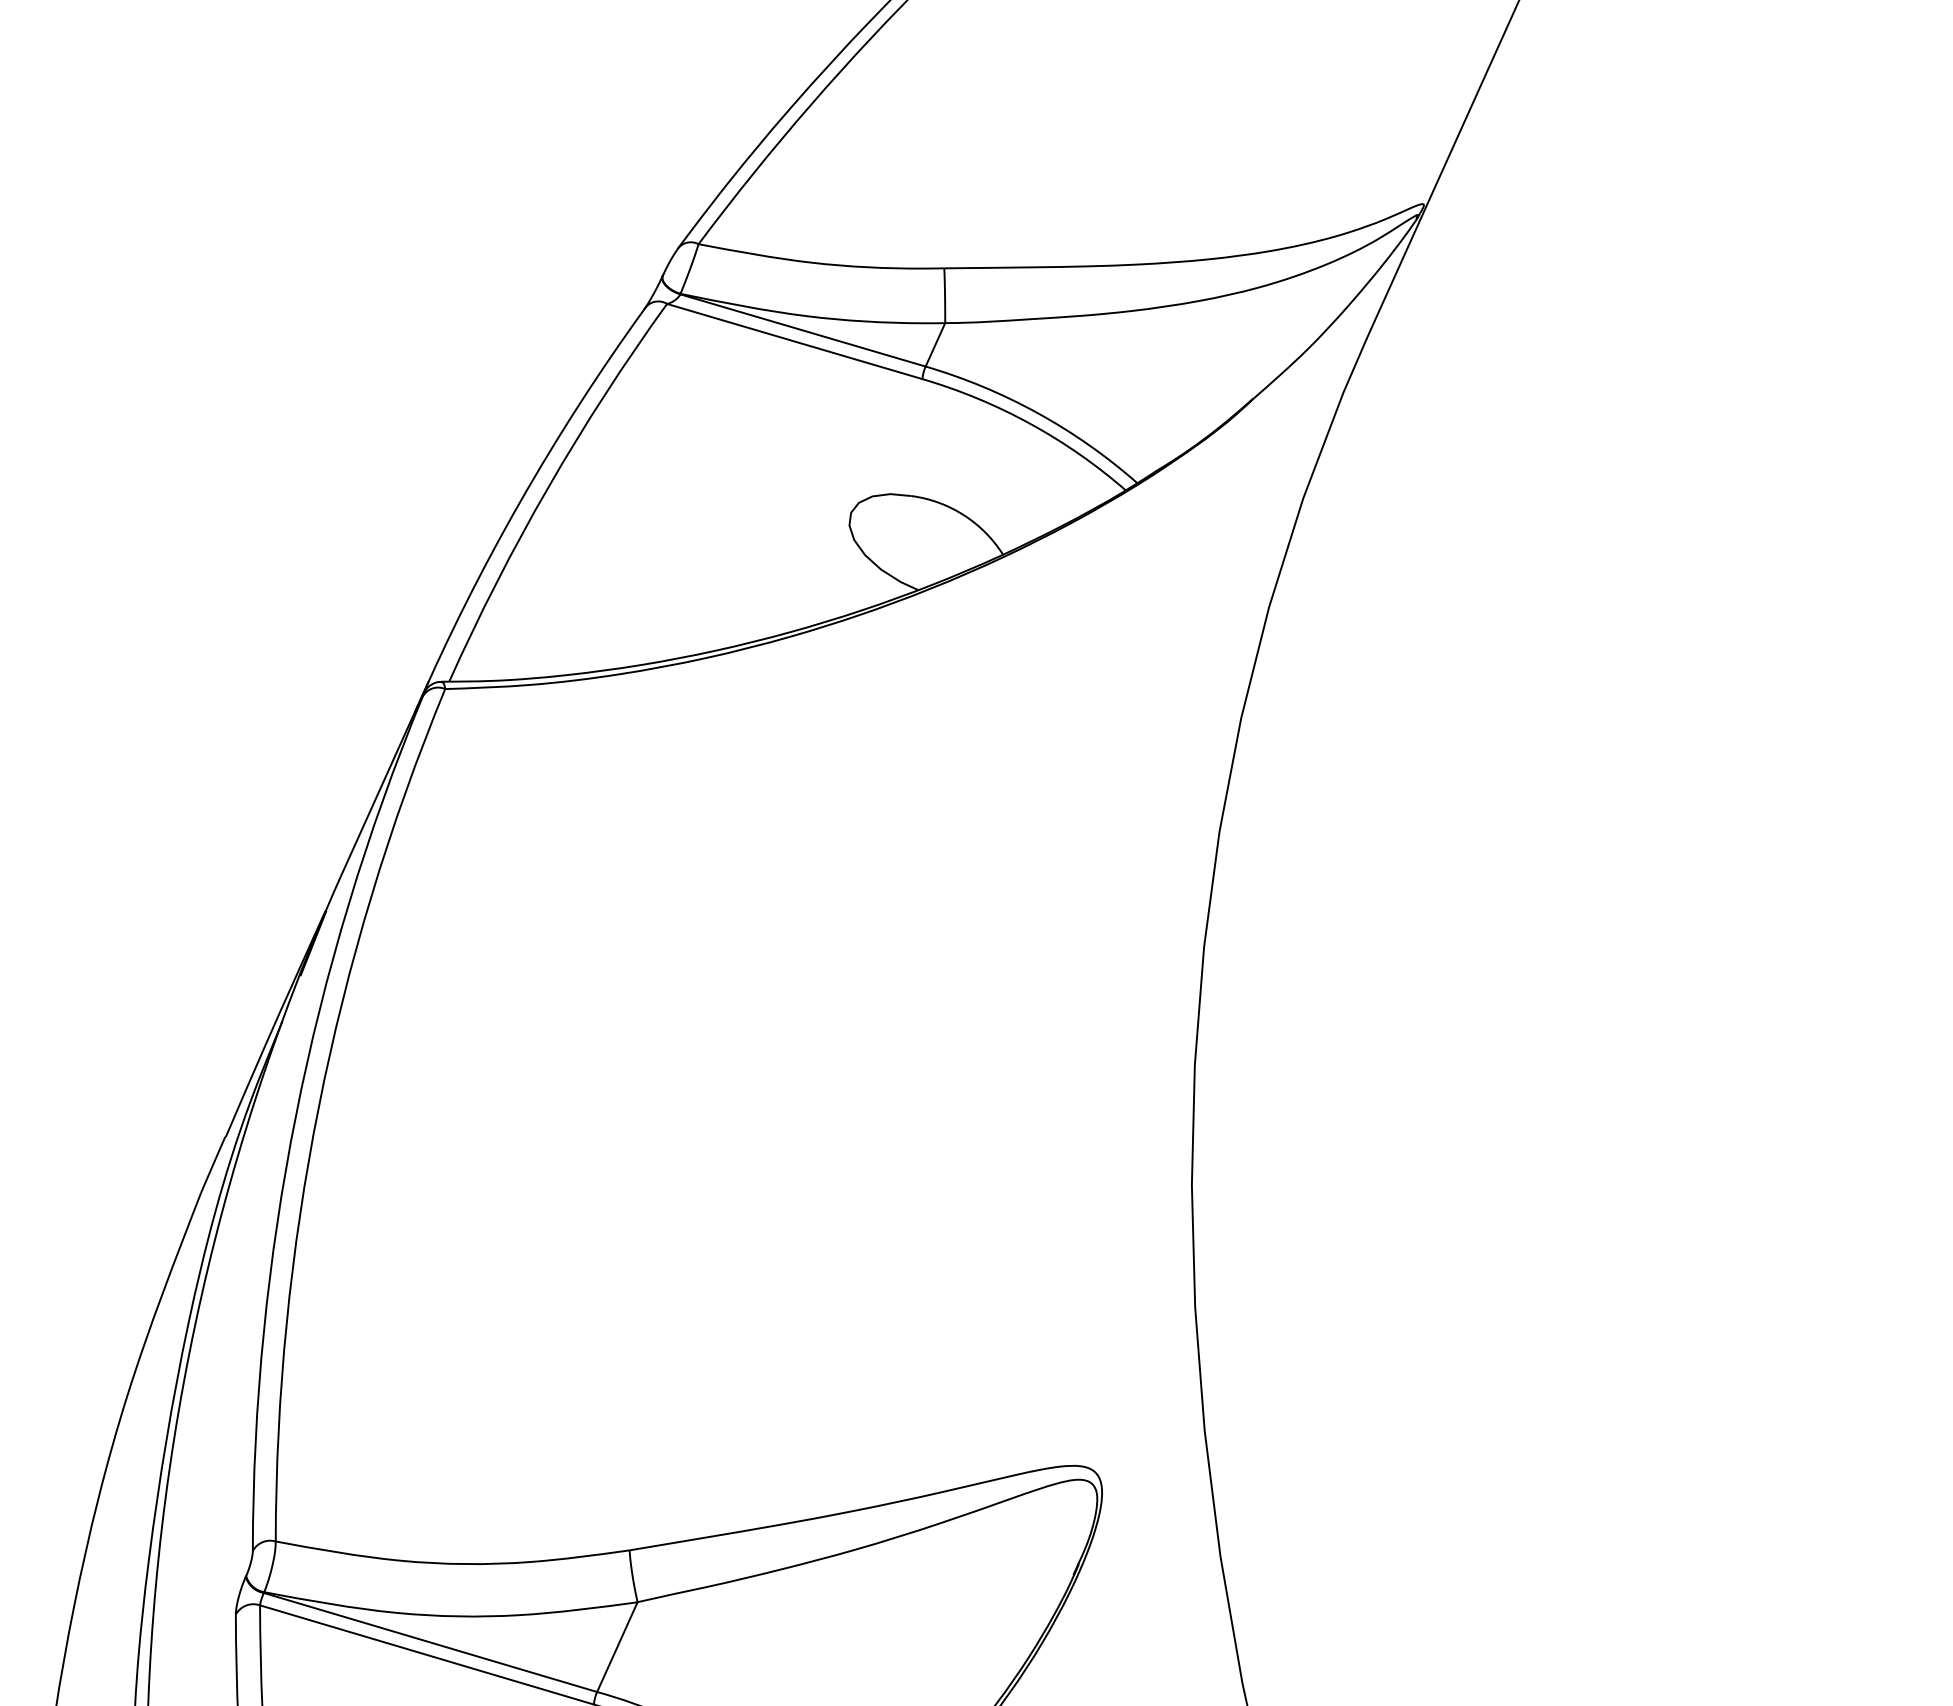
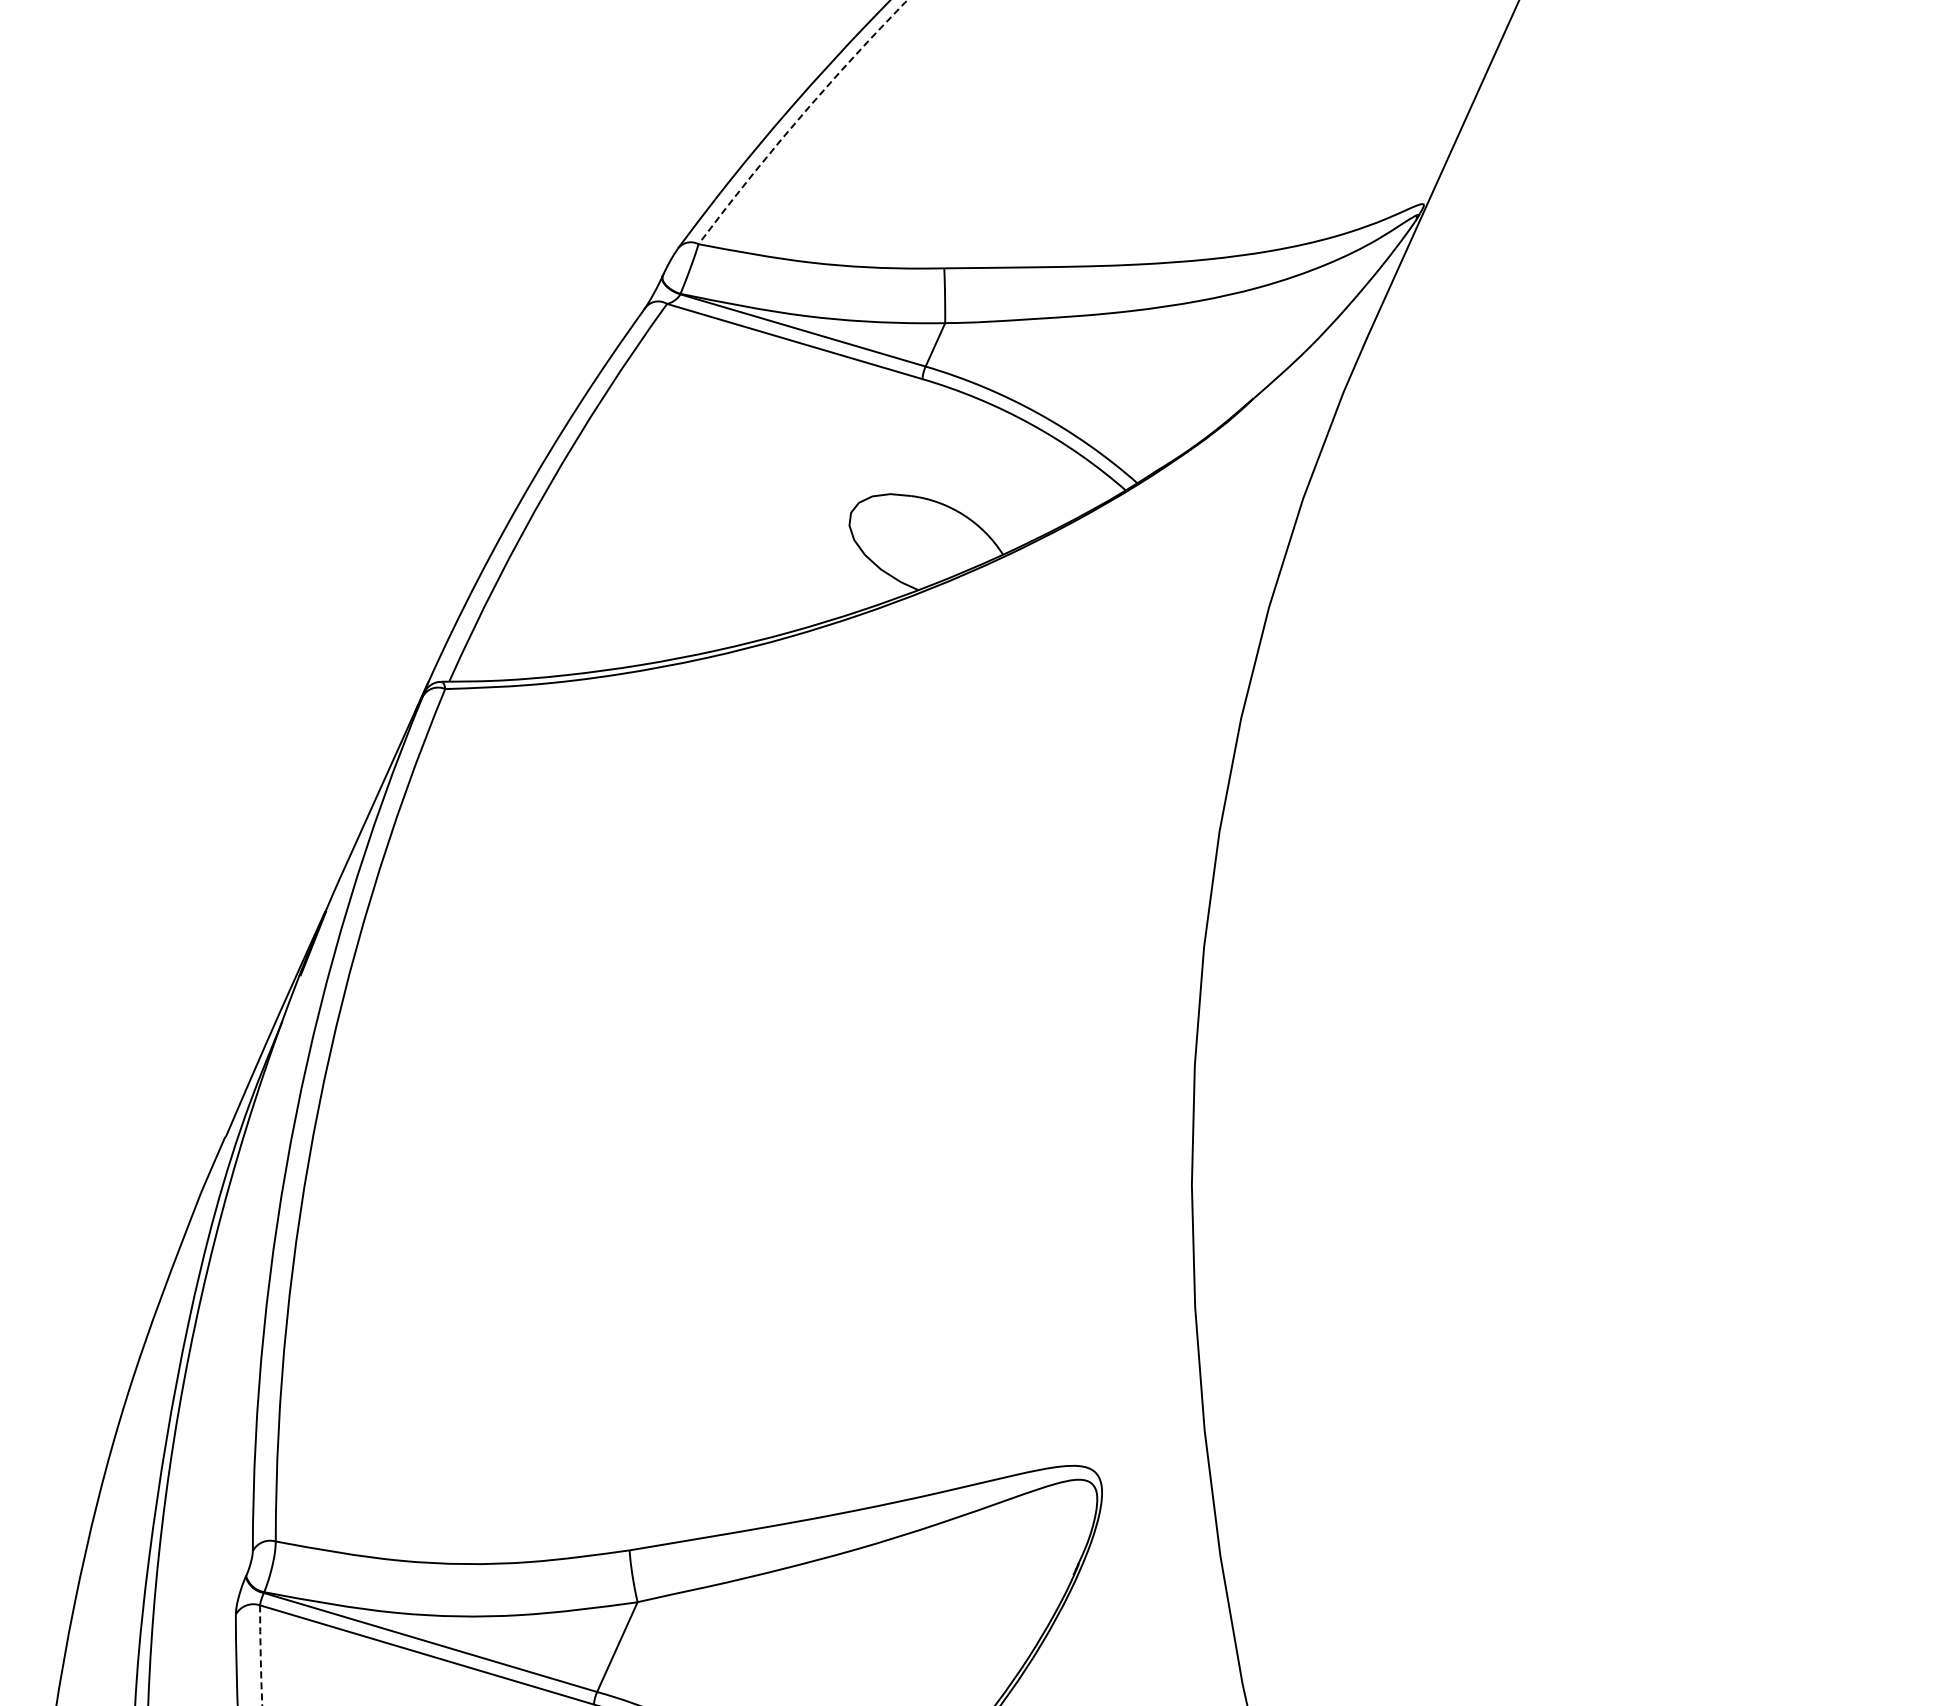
arc at (799, 118): solid -> dashed
arc at (260, 1655): solid -> dashed
